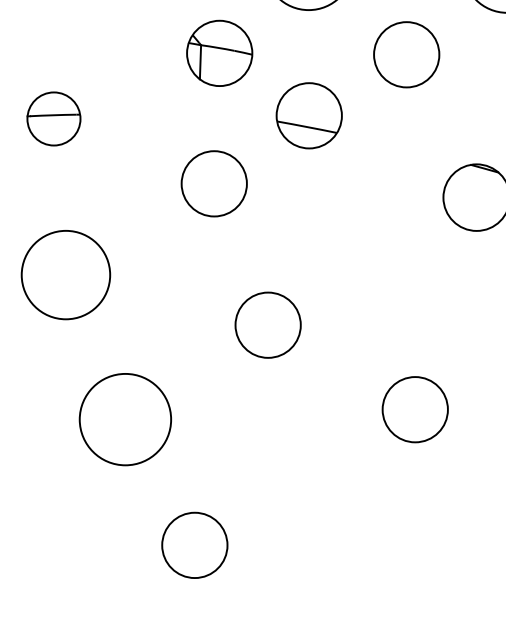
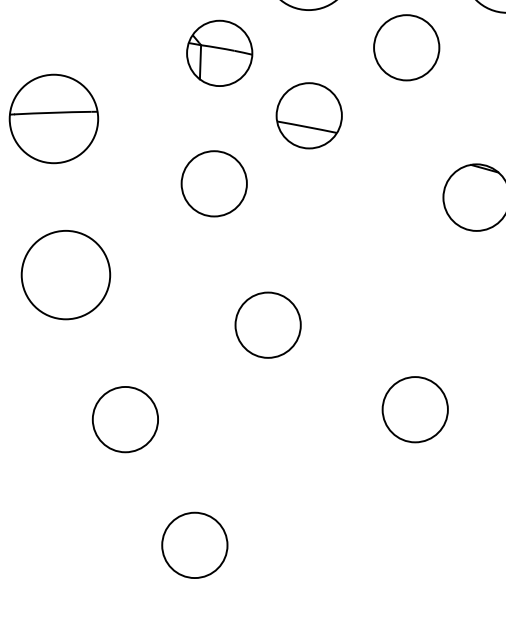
circle at (406, 54) position: (406, 54) -> (406, 47)
part at (53, 118) size: 56x56 px -> 92x92 px
circle at (125, 419) diameter: 91 px -> 65 px
